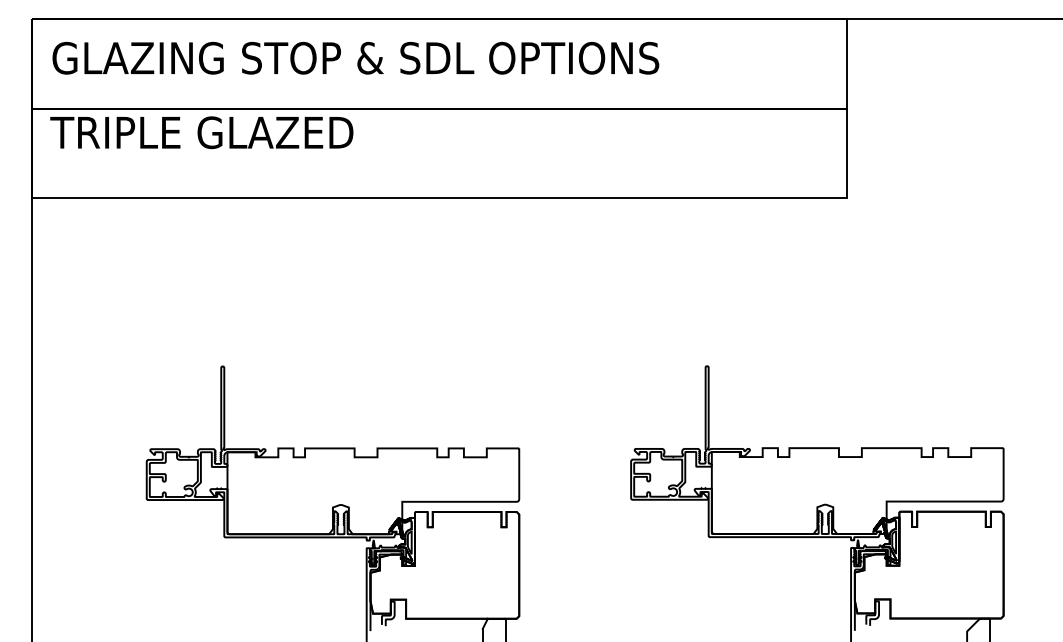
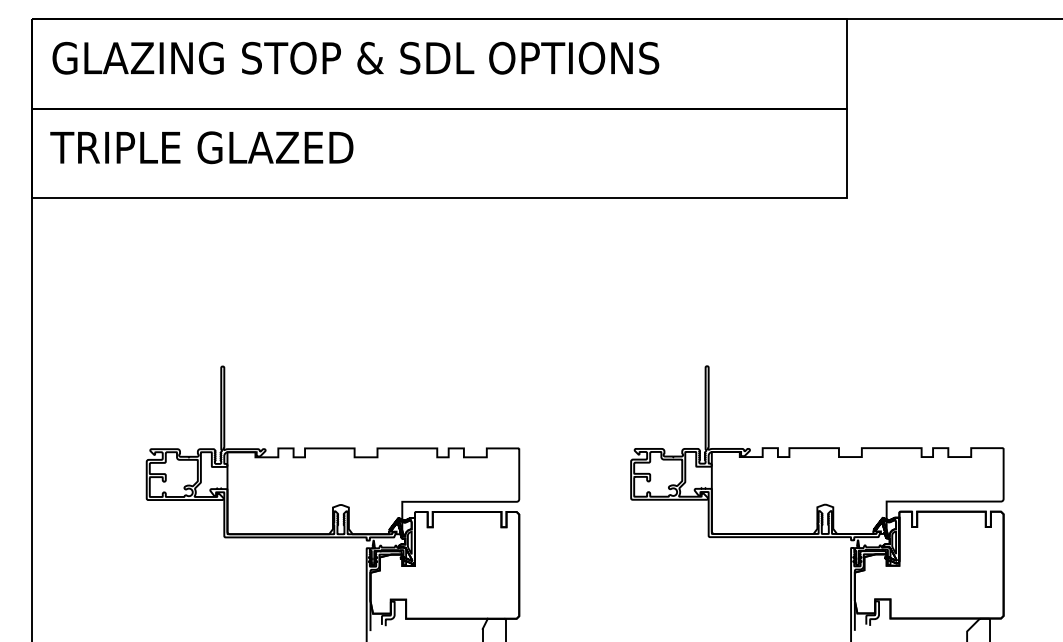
text at (201, 132) position: (201, 132) -> (201, 147)
